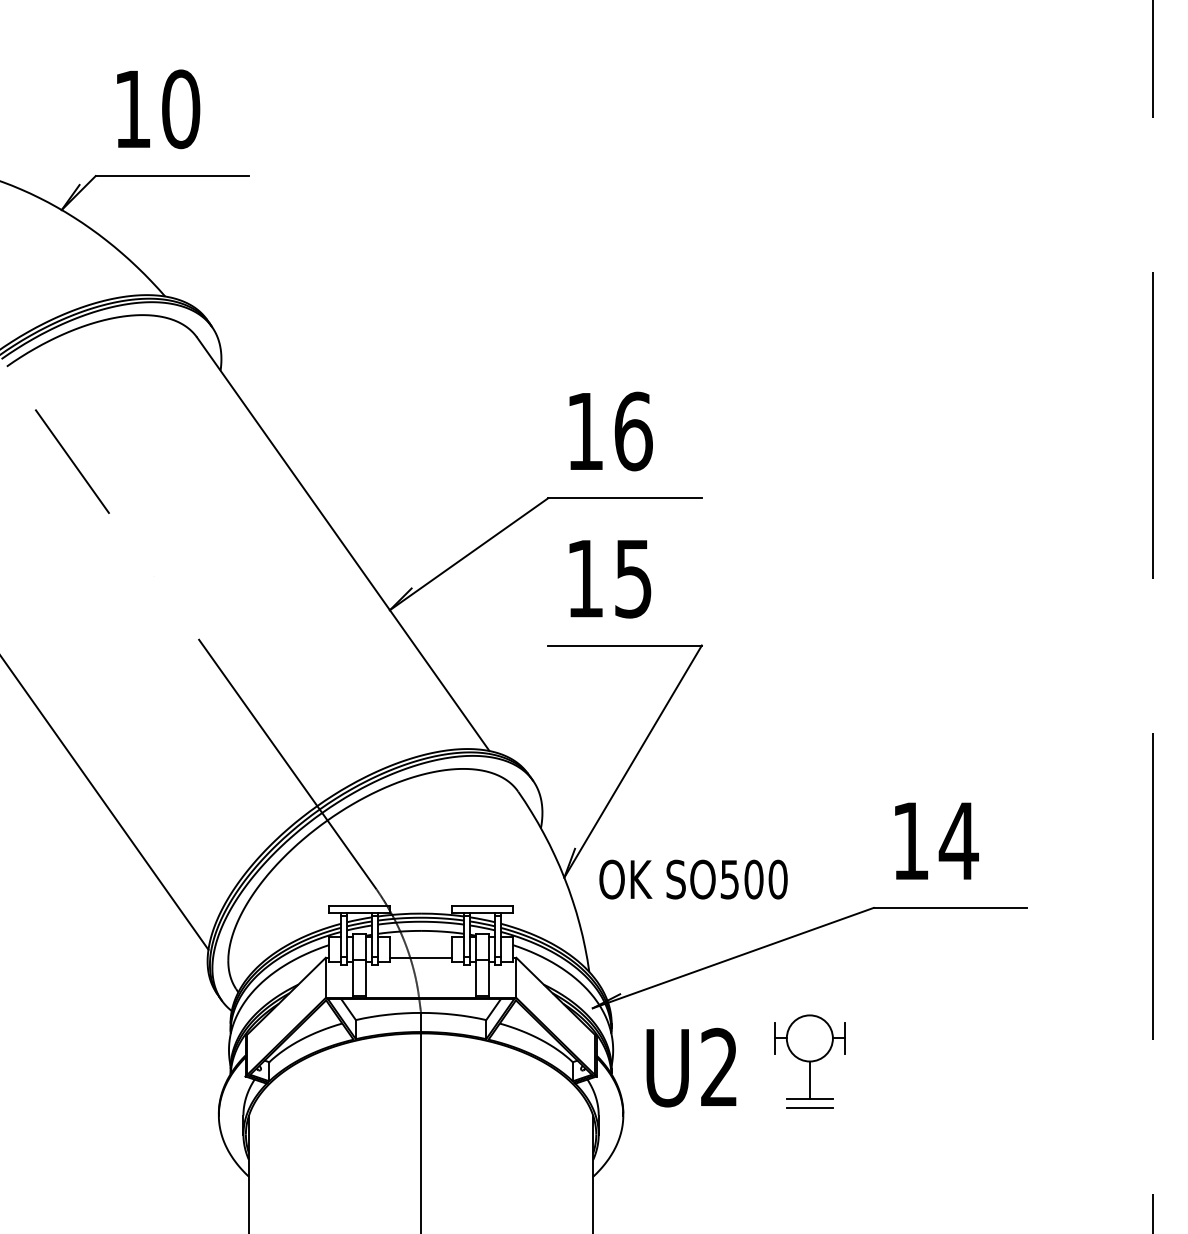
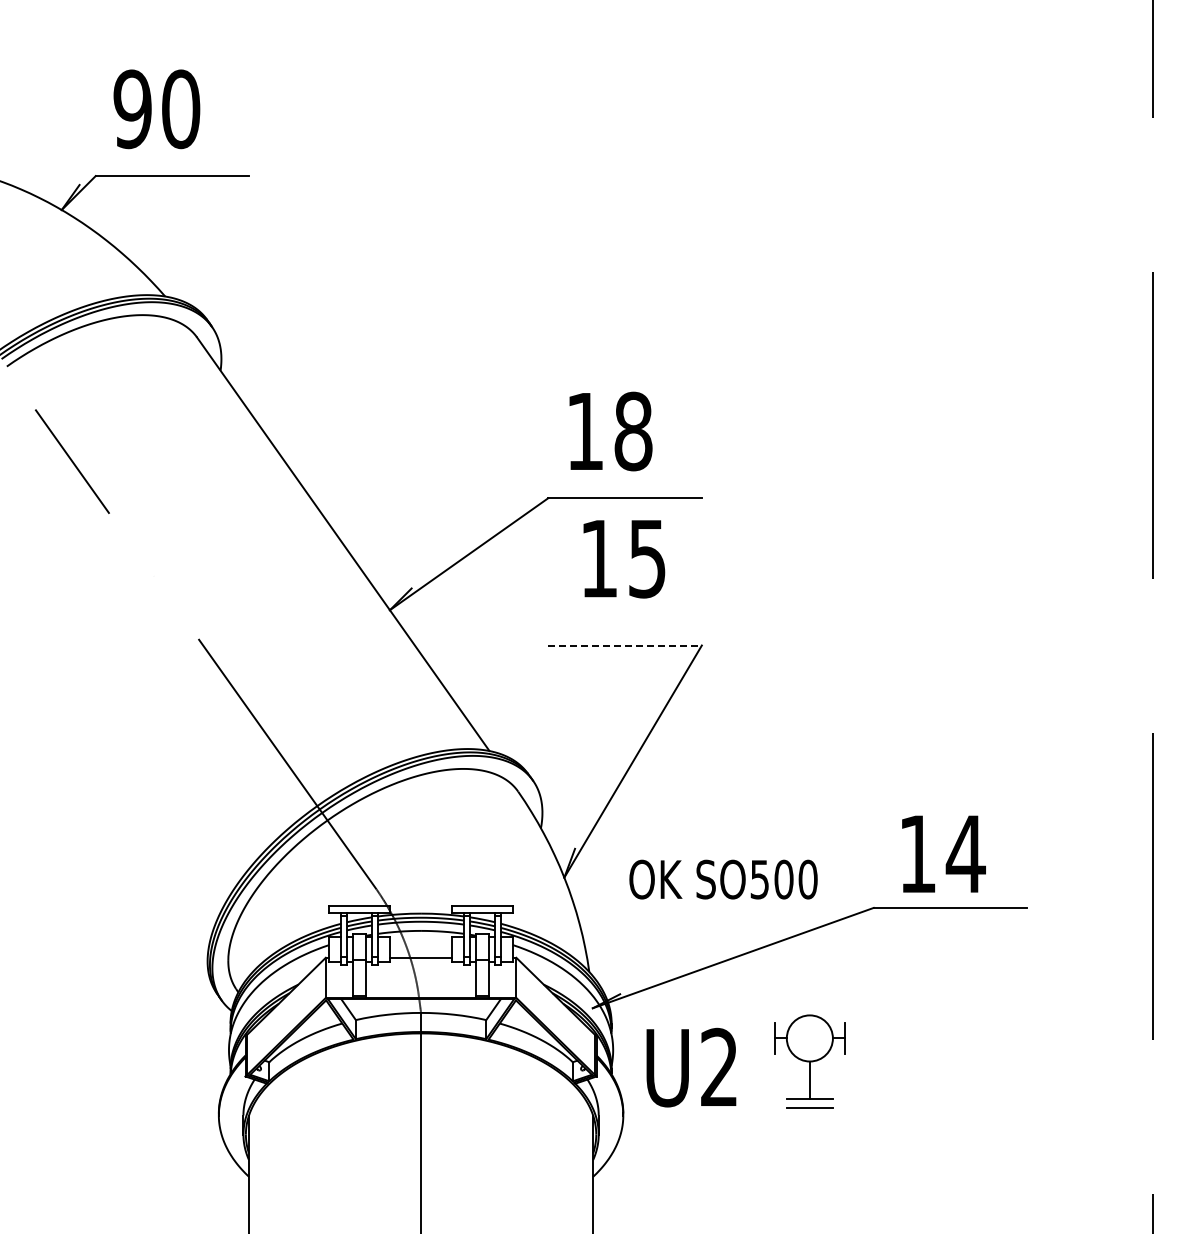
text at (132, 109): 10 -> 90
text at (633, 431): 16 -> 18
text at (610, 579) position: (610, 579) -> (624, 559)
line at (625, 645): solid -> dashed
line at (105, 803): present -> none
text at (936, 840) position: (936, 840) -> (943, 853)
text at (693, 879) position: (693, 879) -> (723, 879)
